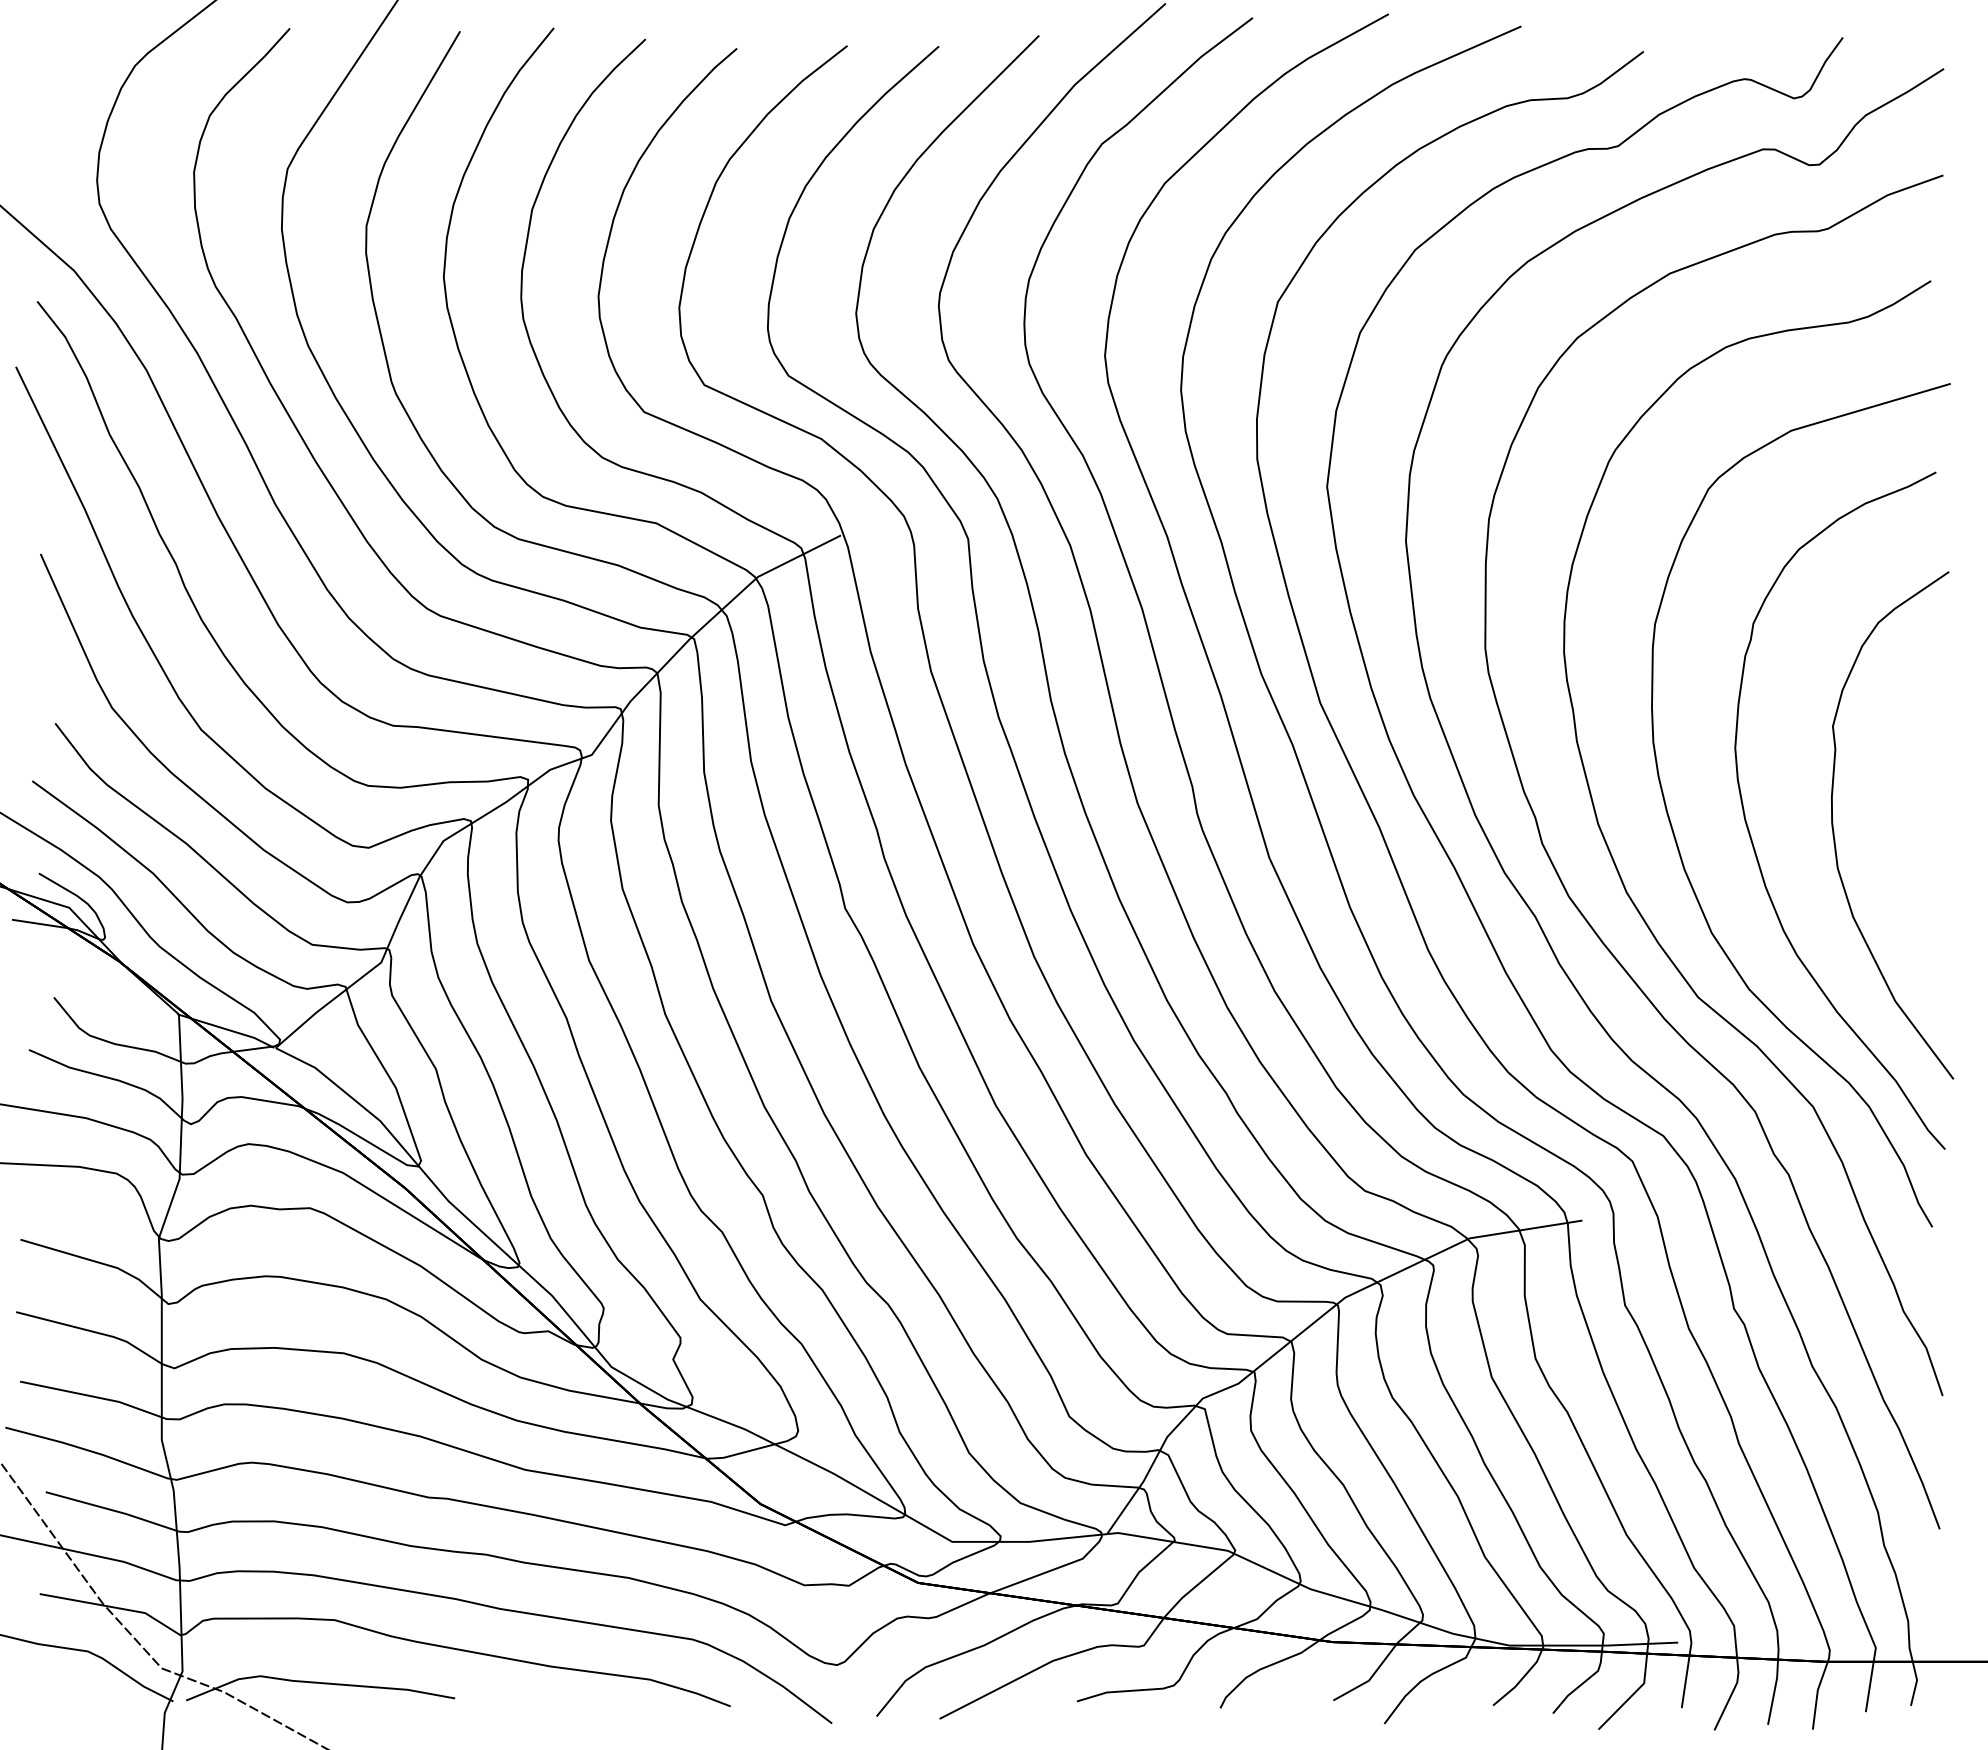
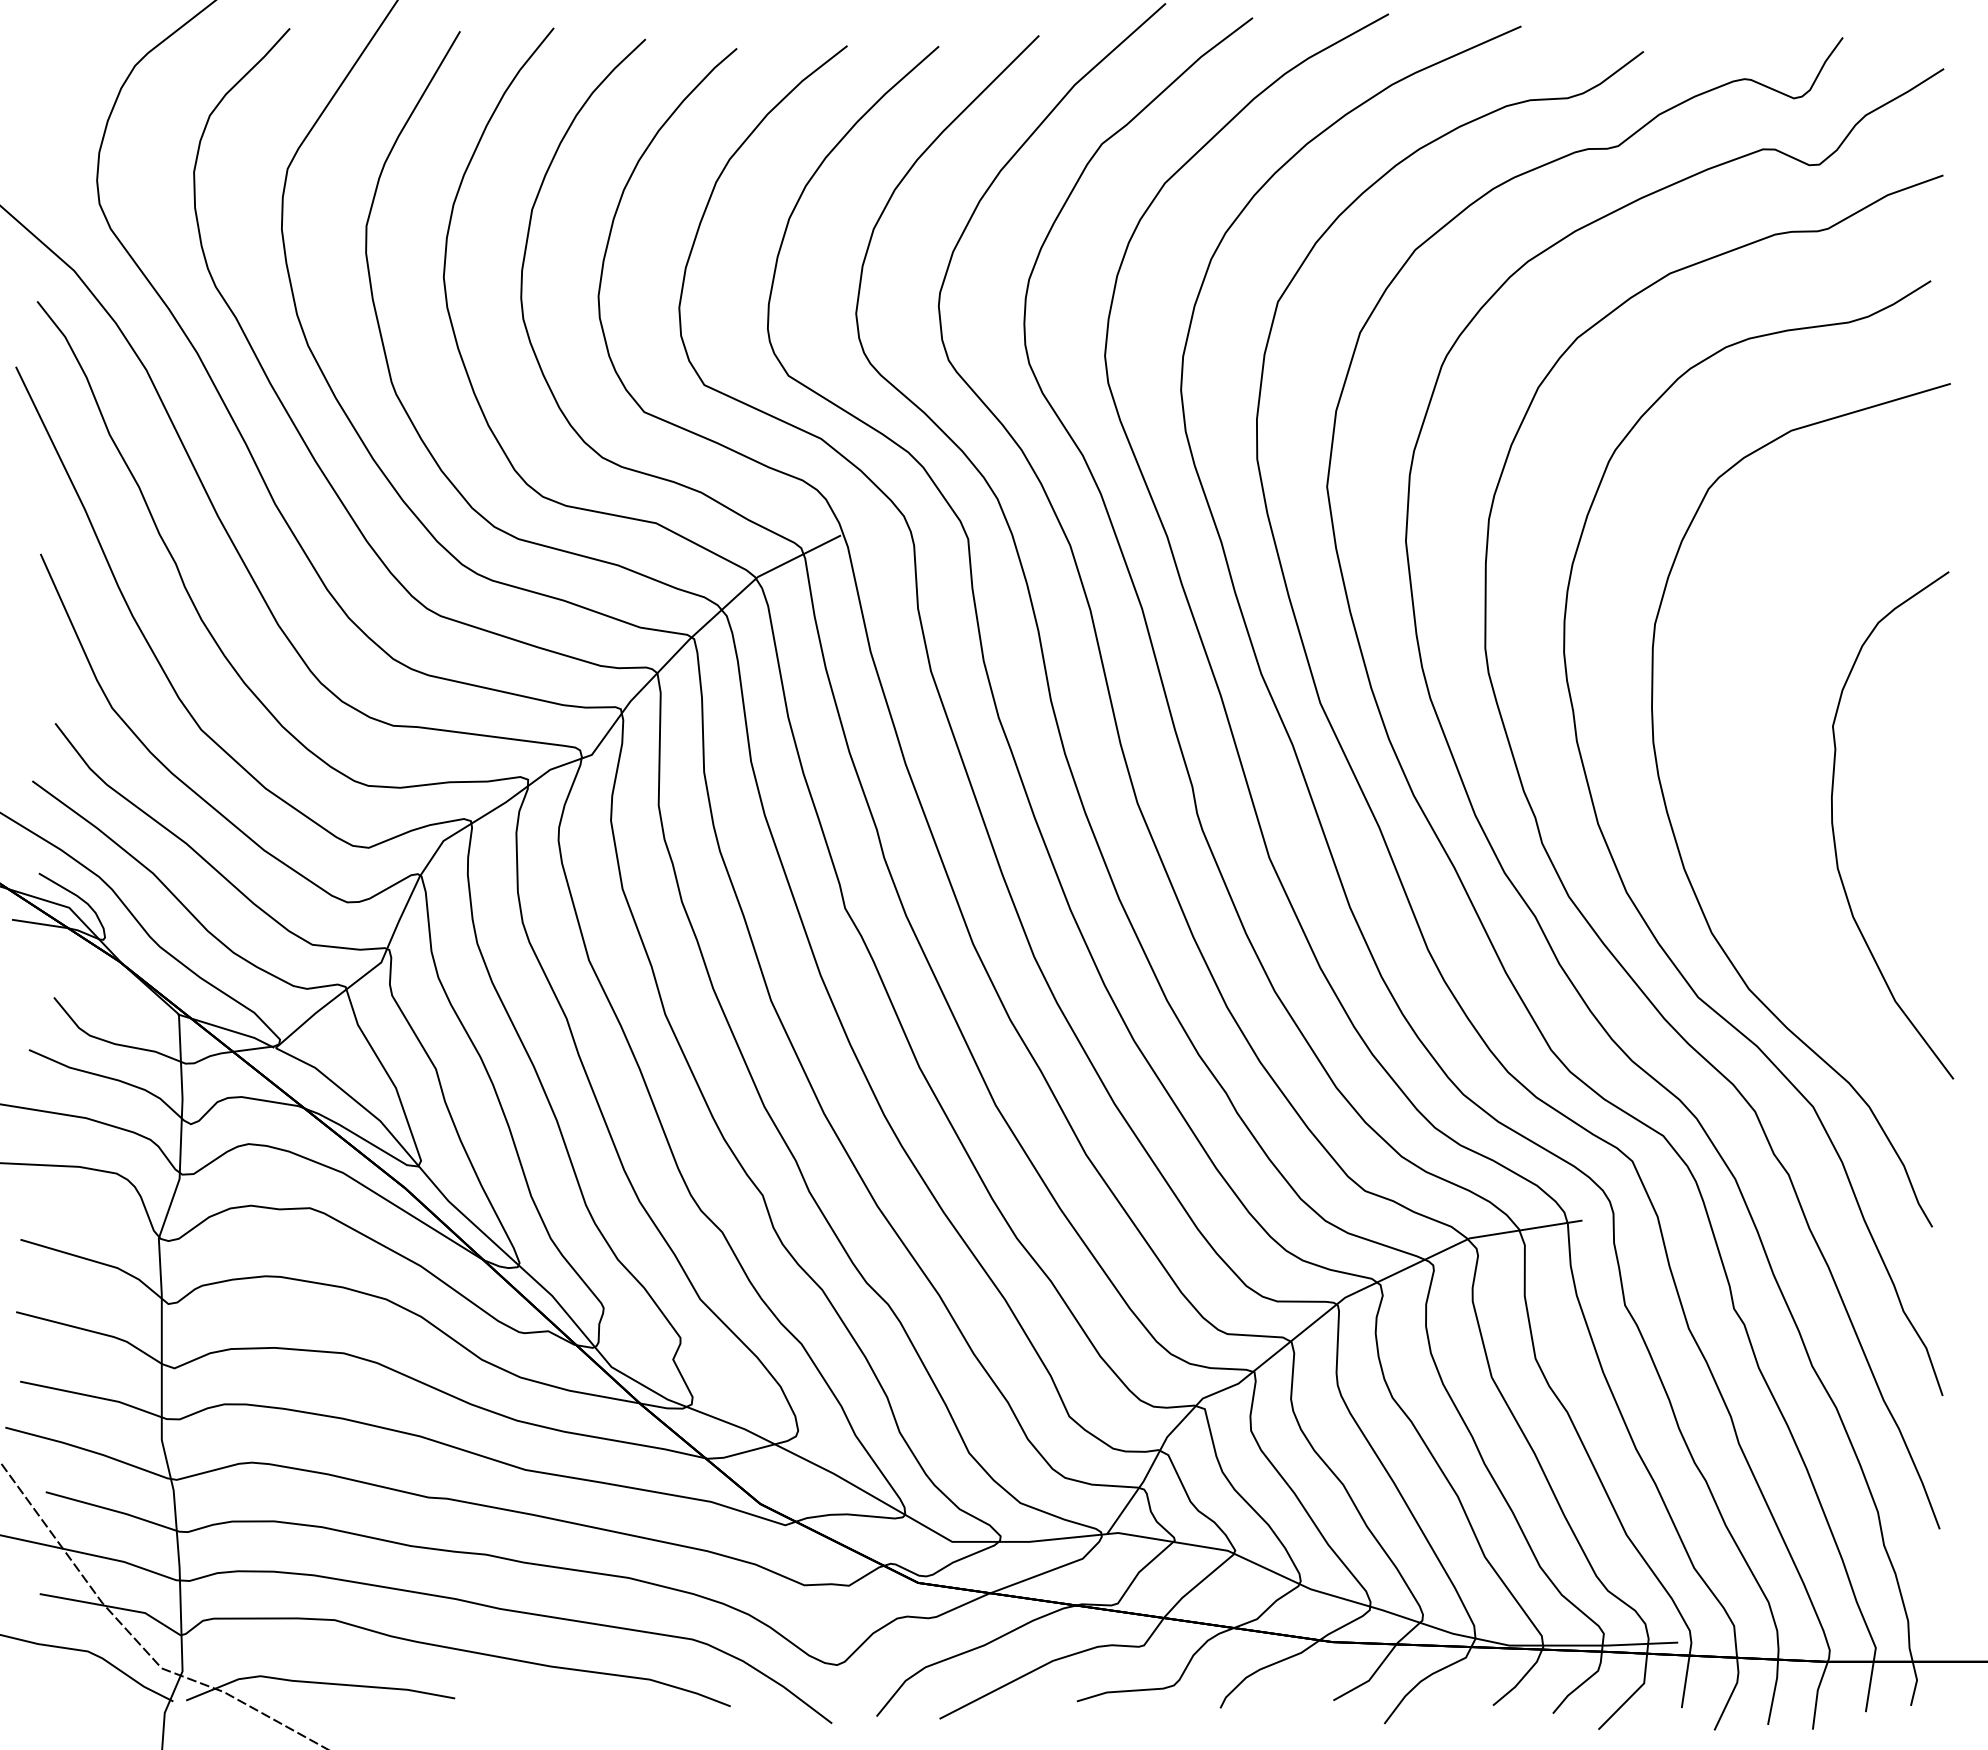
curve at (1752, 839): present -> none
